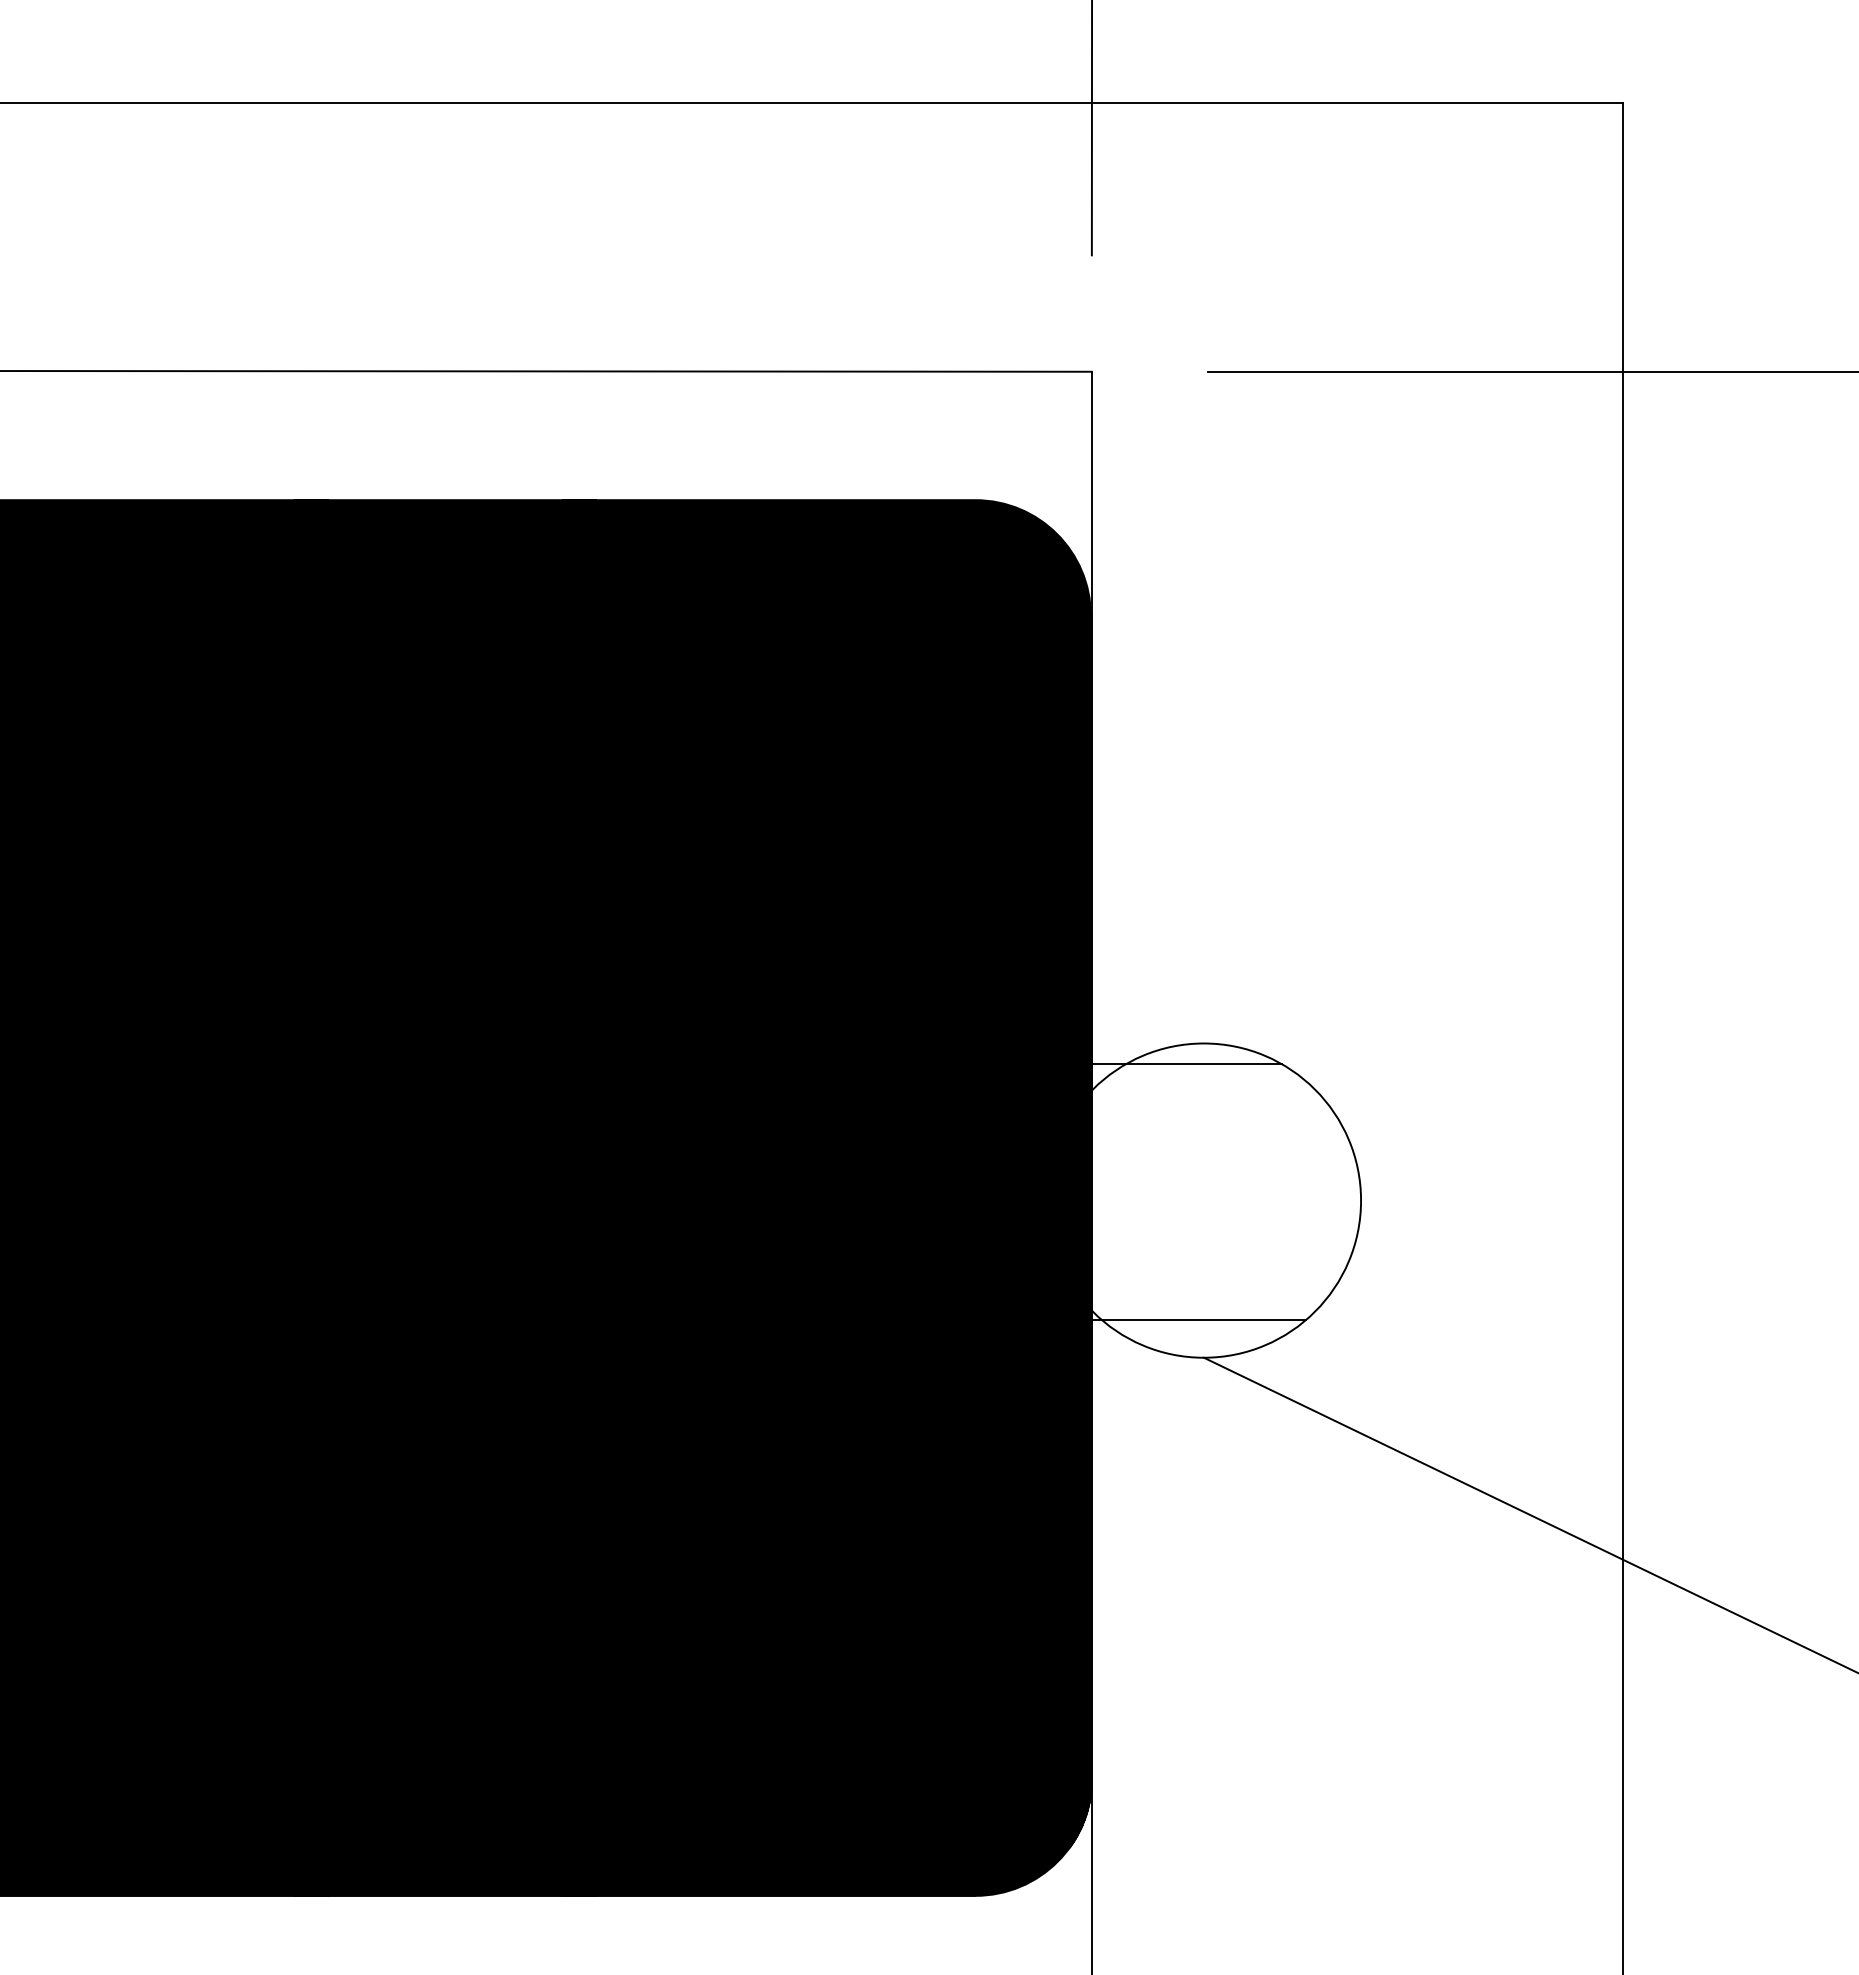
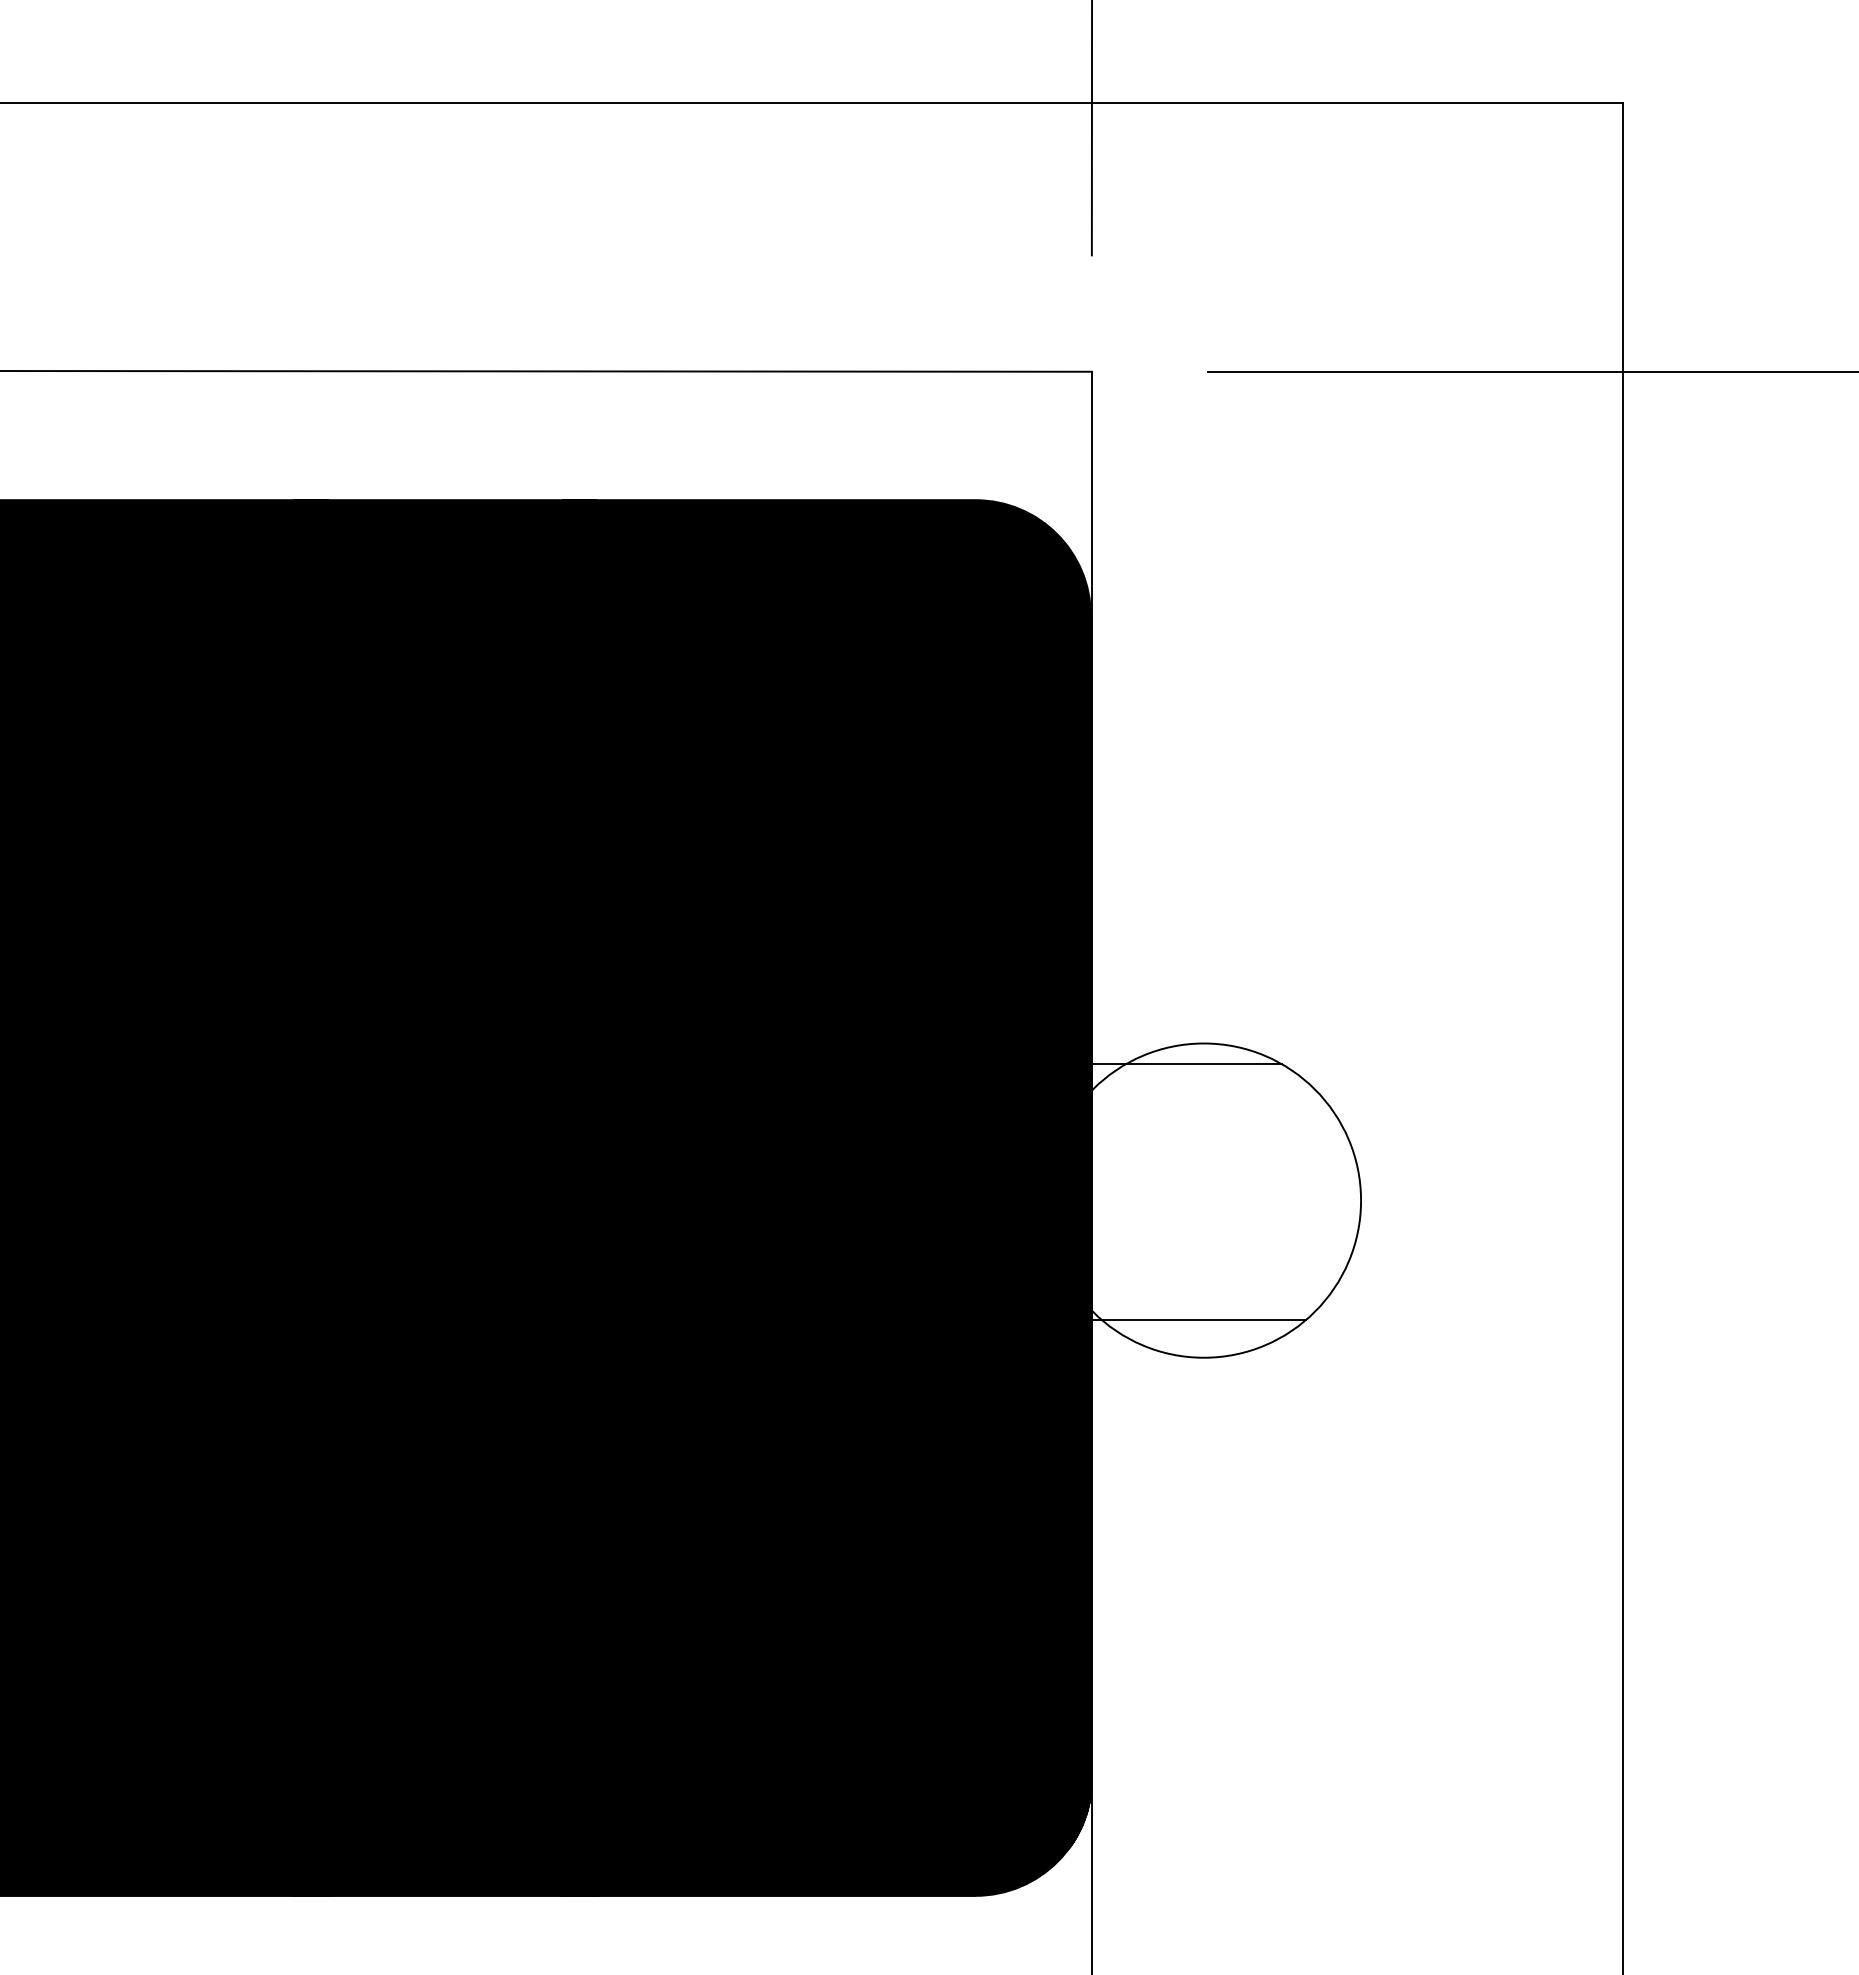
line at (1529, 1514): present -> none
